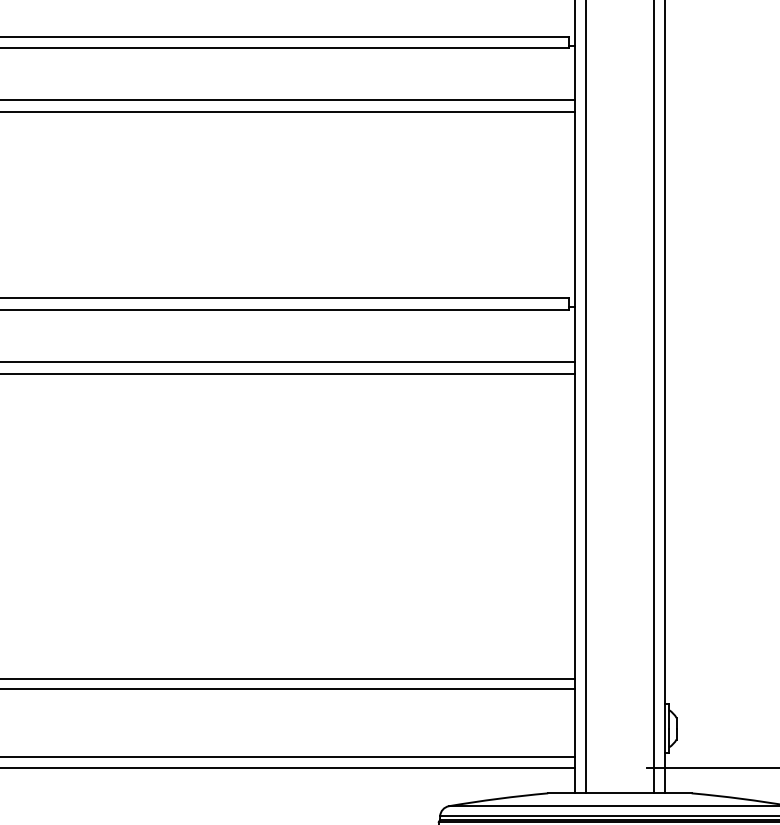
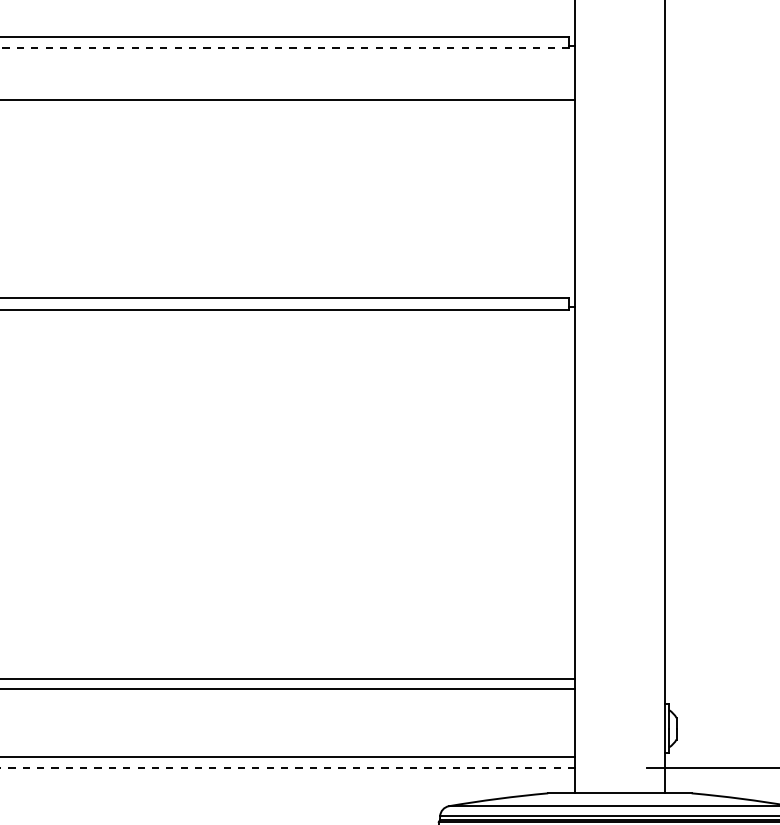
line at (284, 48): solid -> dashed
line at (288, 111): present -> none
line at (288, 362): present -> none
line at (288, 373): present -> none
line at (585, 397): present -> none
line at (653, 397): present -> none
line at (287, 768): solid -> dashed
